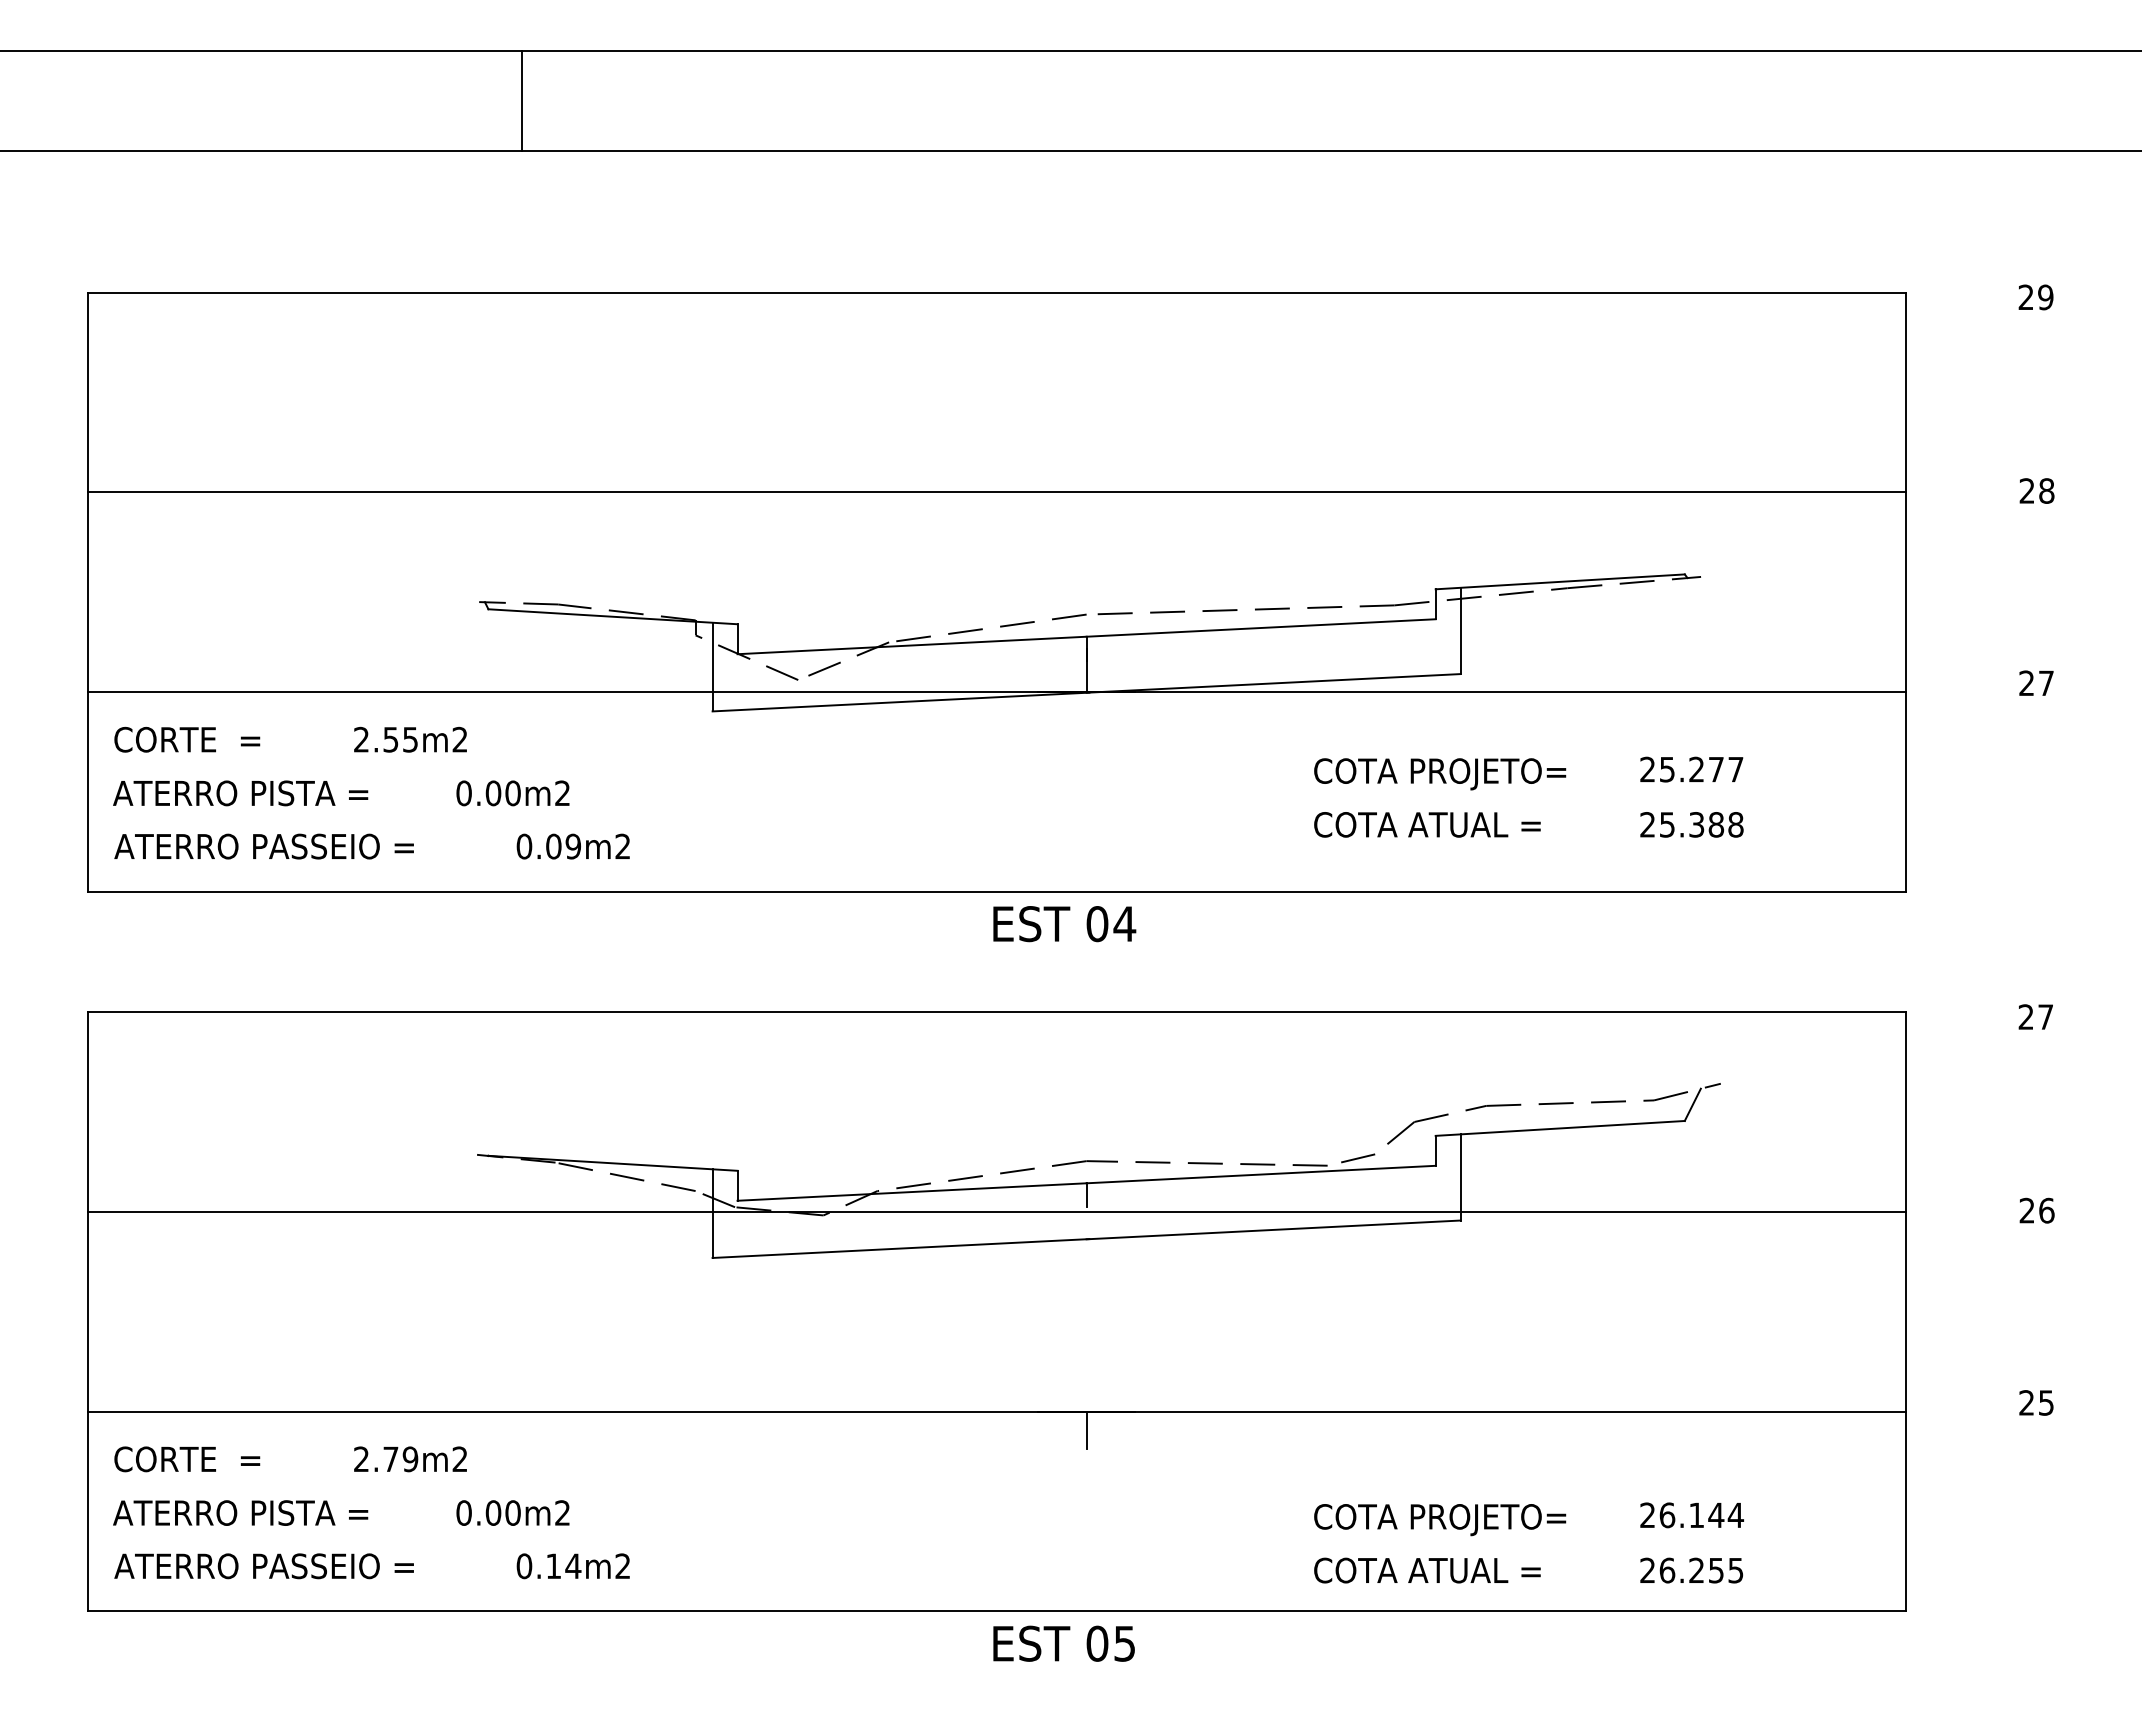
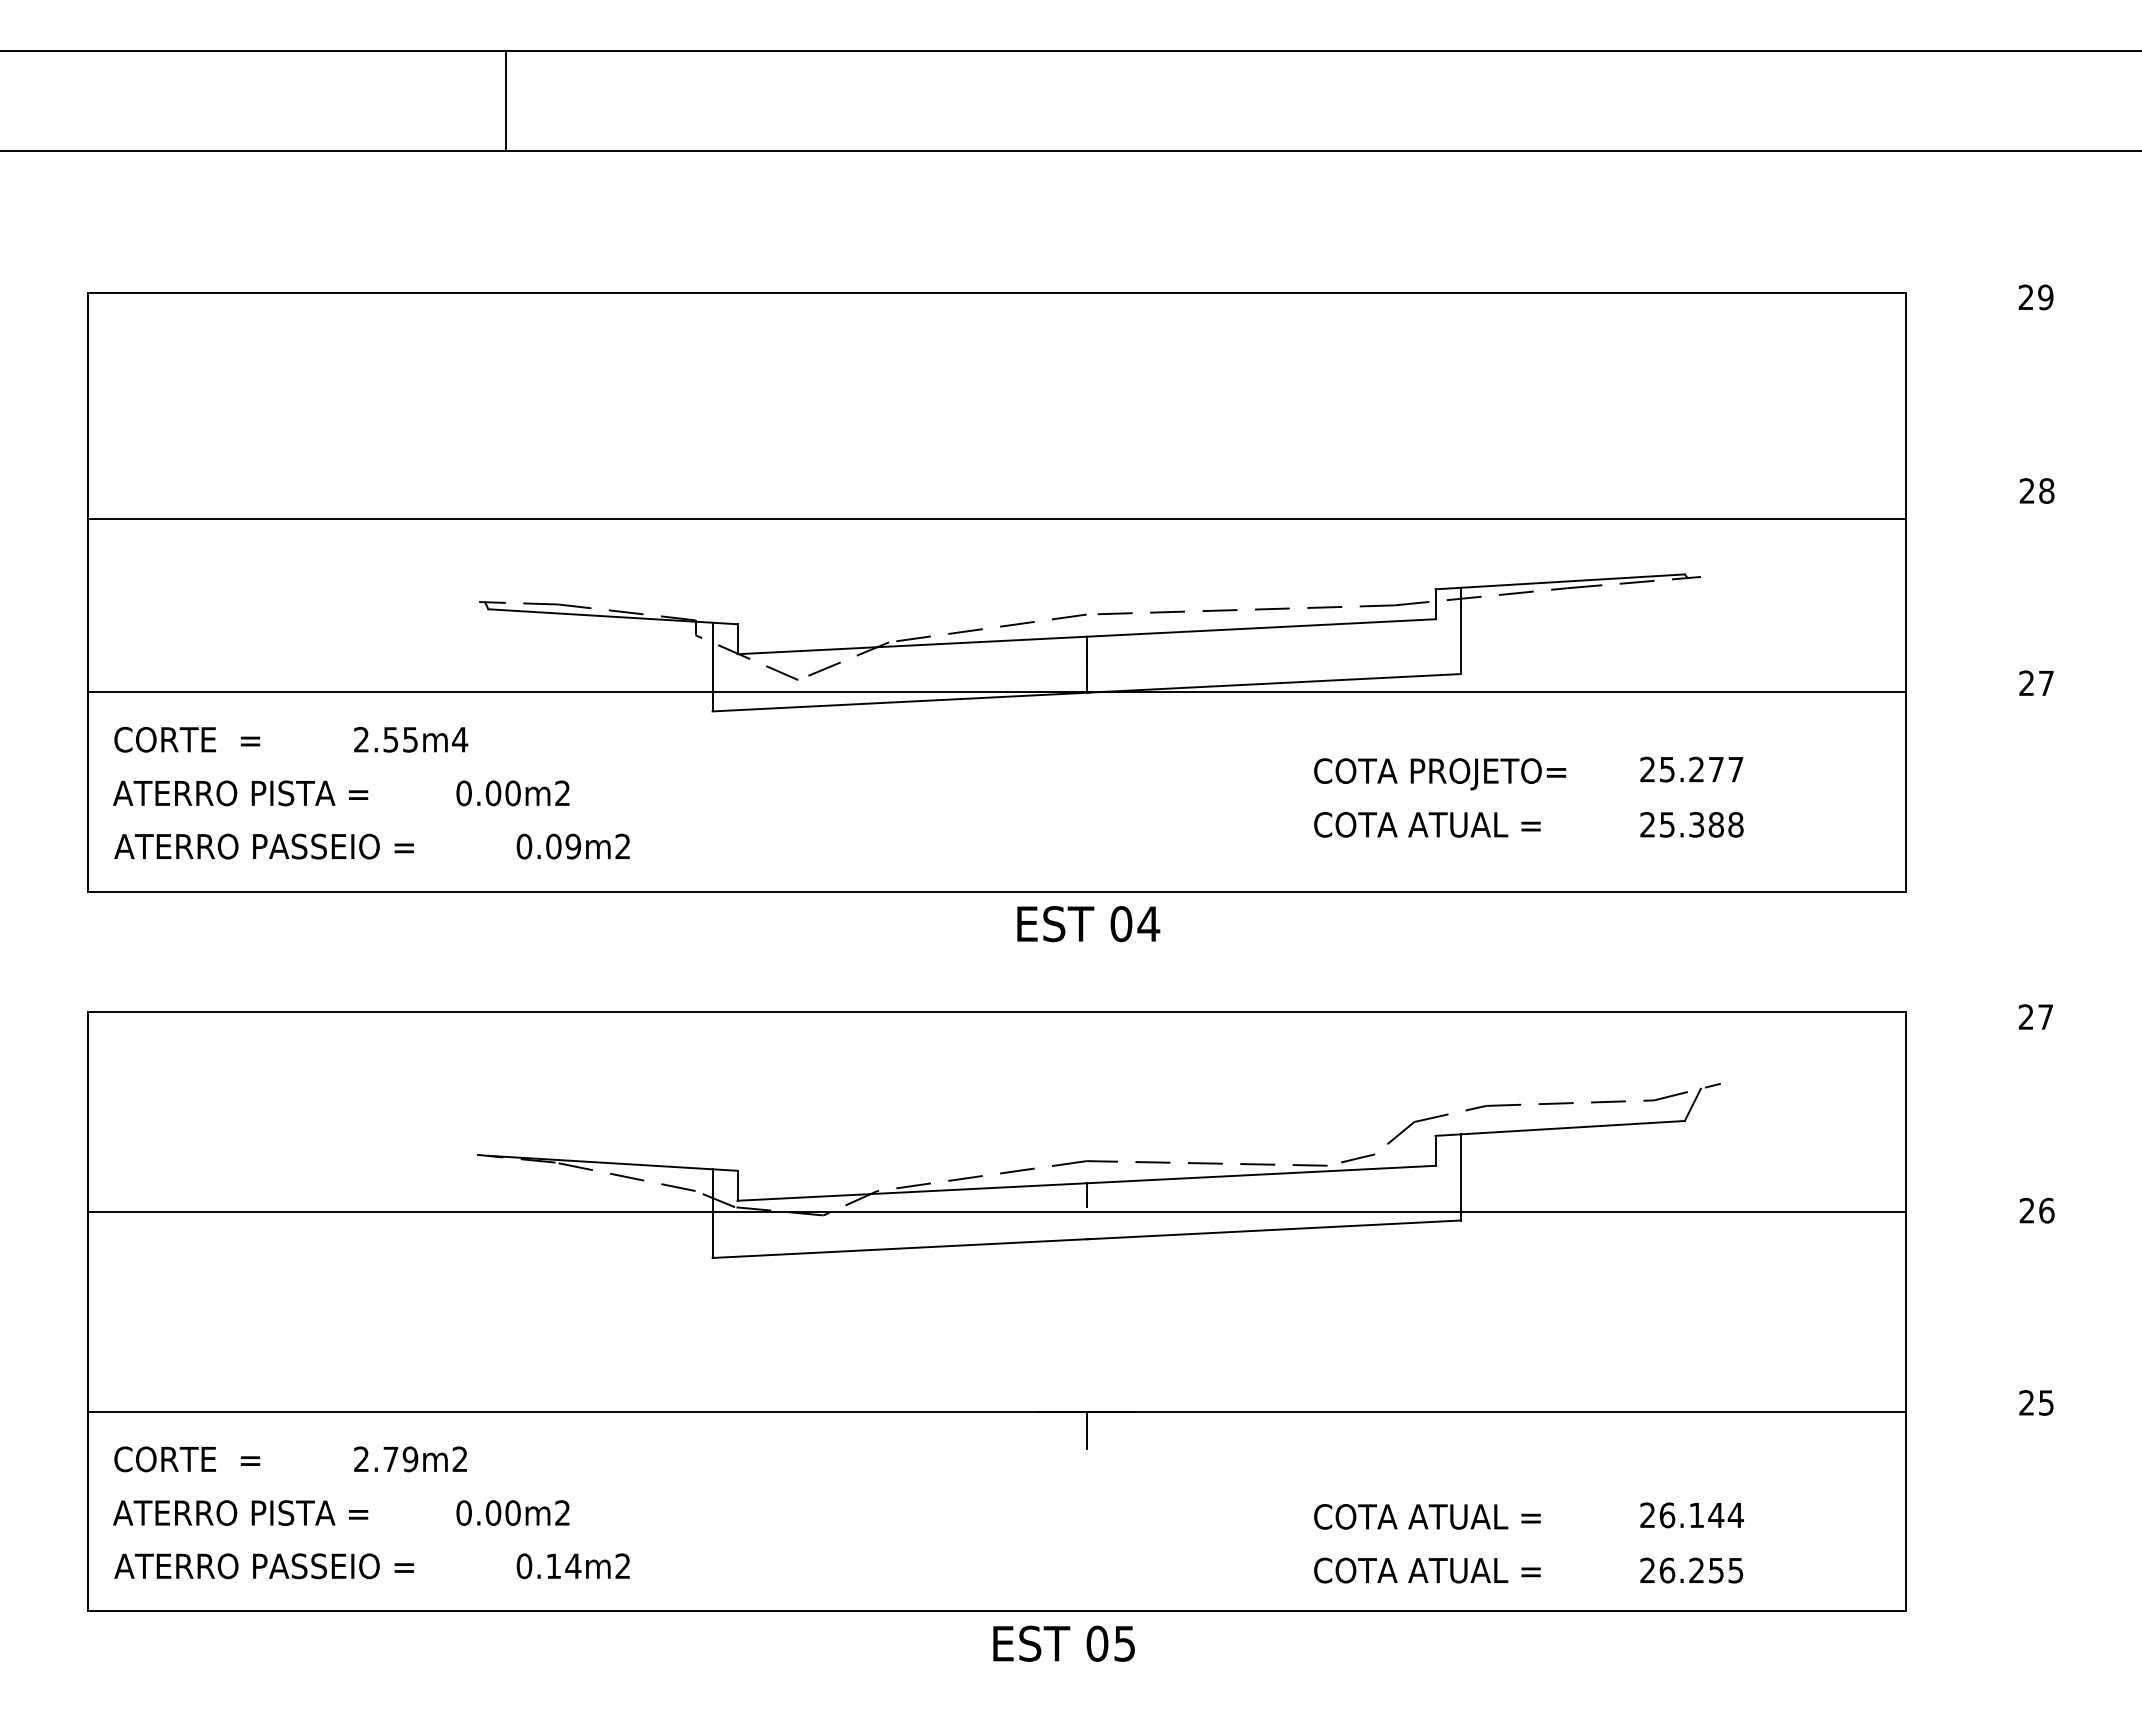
line at (521, 100) position: (521, 100) -> (505, 100)
line at (996, 492) position: (996, 492) -> (996, 519)
text at (460, 739): 2.55m2 -> 2.55m4
text at (1064, 924) position: (1064, 924) -> (1088, 924)
text at (1487, 1520): COTA PROJETO= -> COTA ATUAL =
